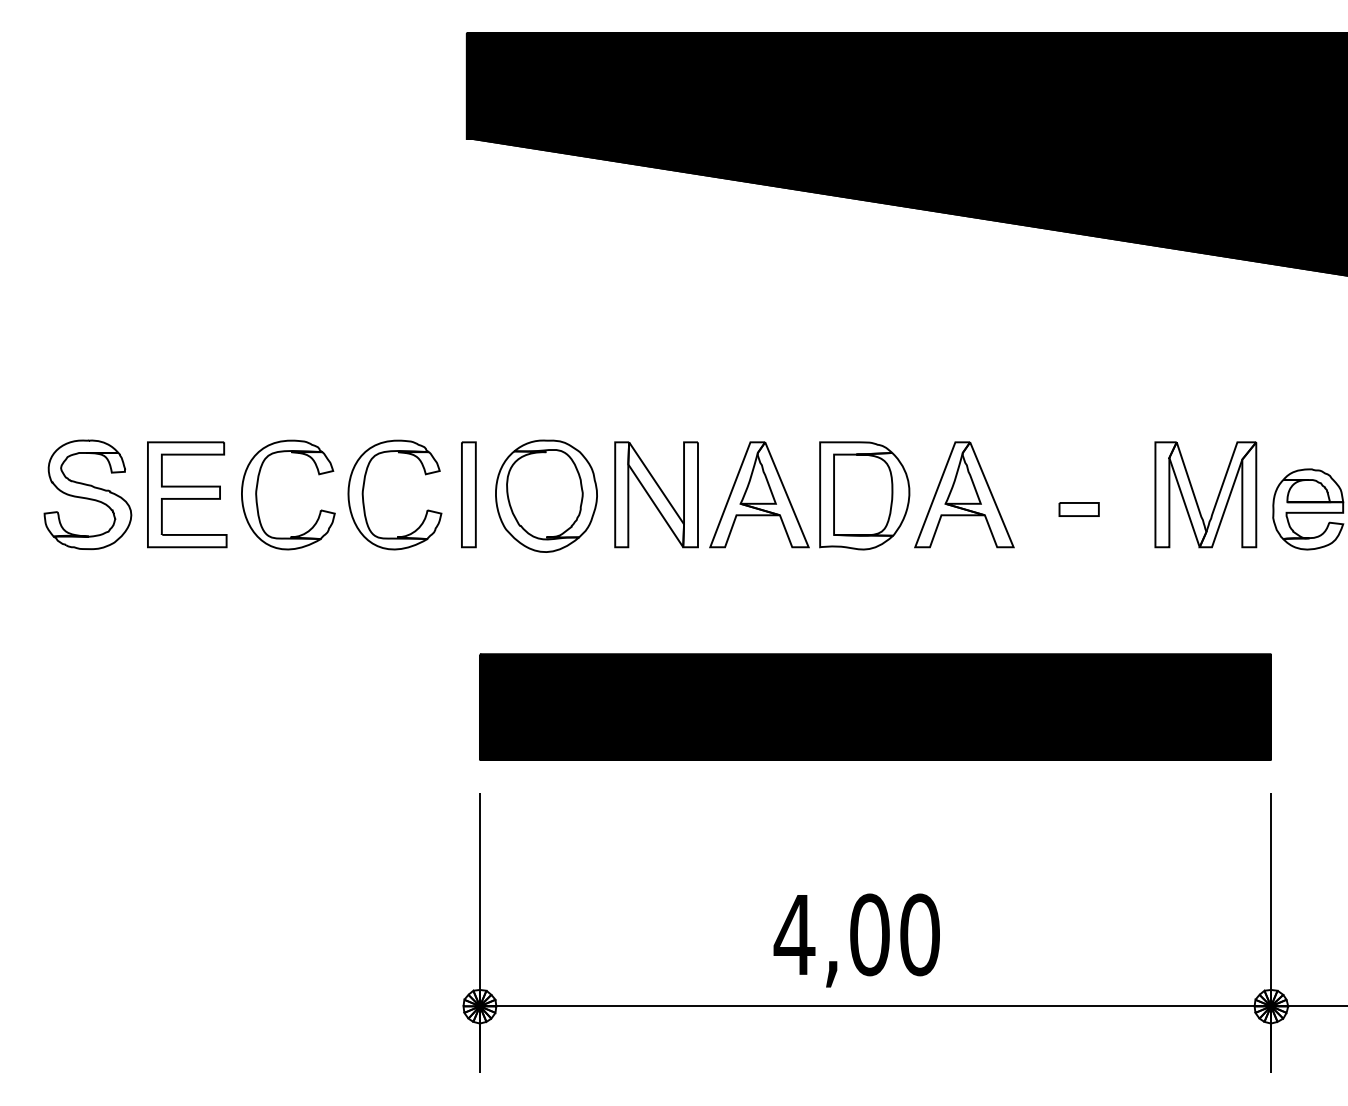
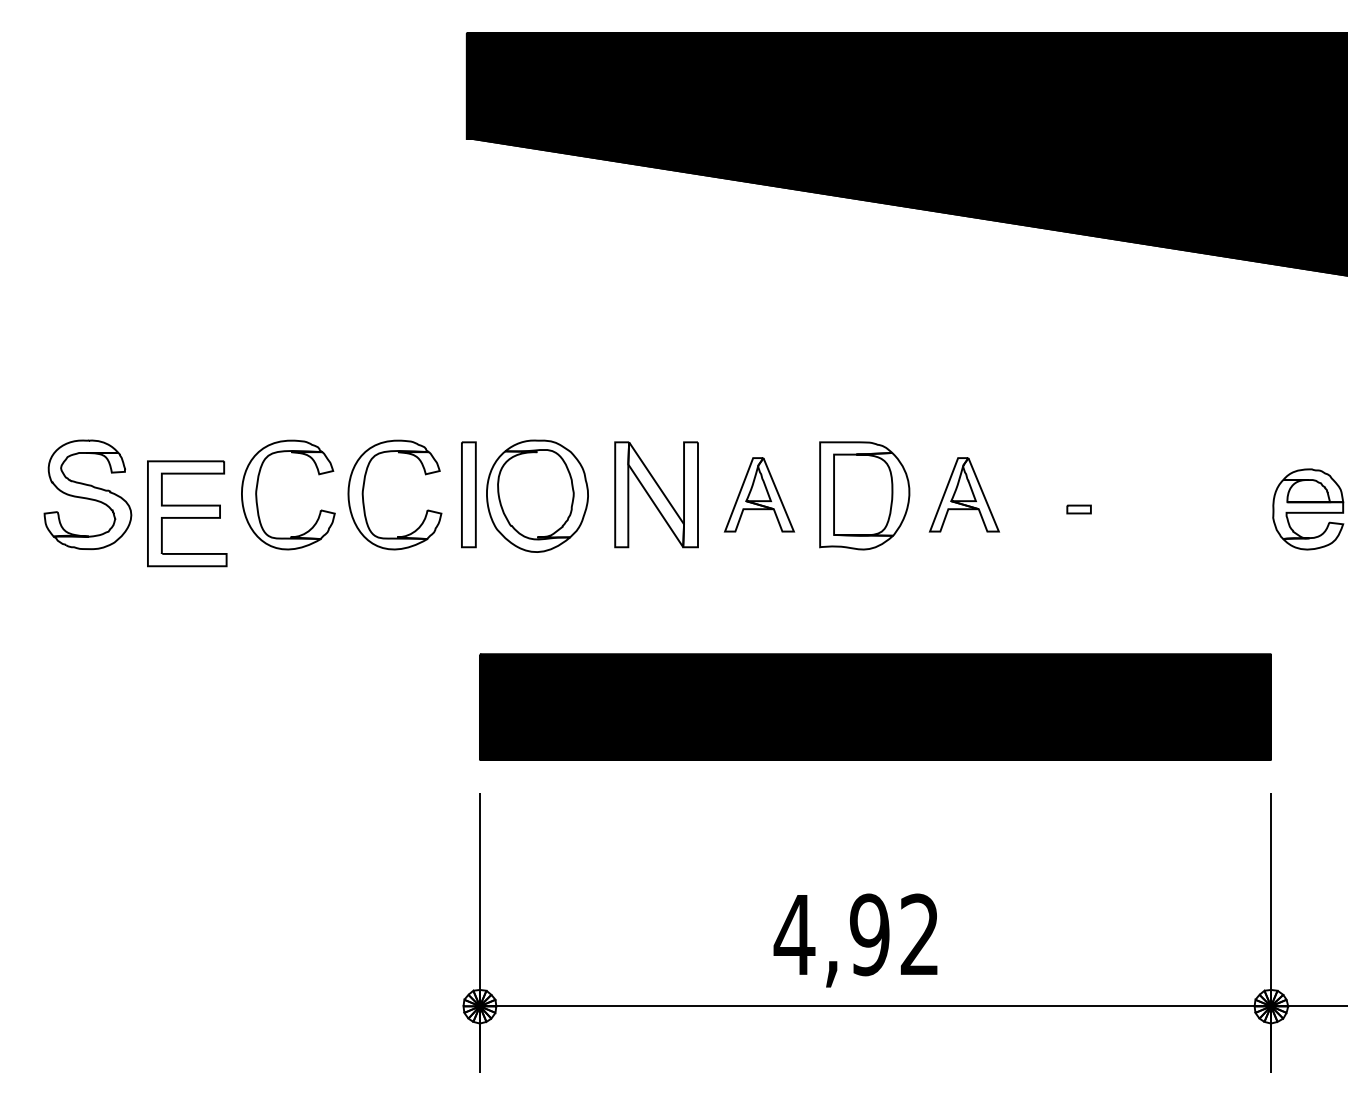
part at (187, 494) position: (187, 494) -> (187, 513)
part at (759, 494) size: 101x108 px -> 73x76 px
part at (964, 494) size: 101x108 px -> 72x76 px
part at (546, 495) position: (546, 495) -> (537, 495)
part at (1196, 498): present -> none
part at (1078, 509) size: 42x15 px -> 26x11 px
text at (894, 934): 4,00 -> 4,92
